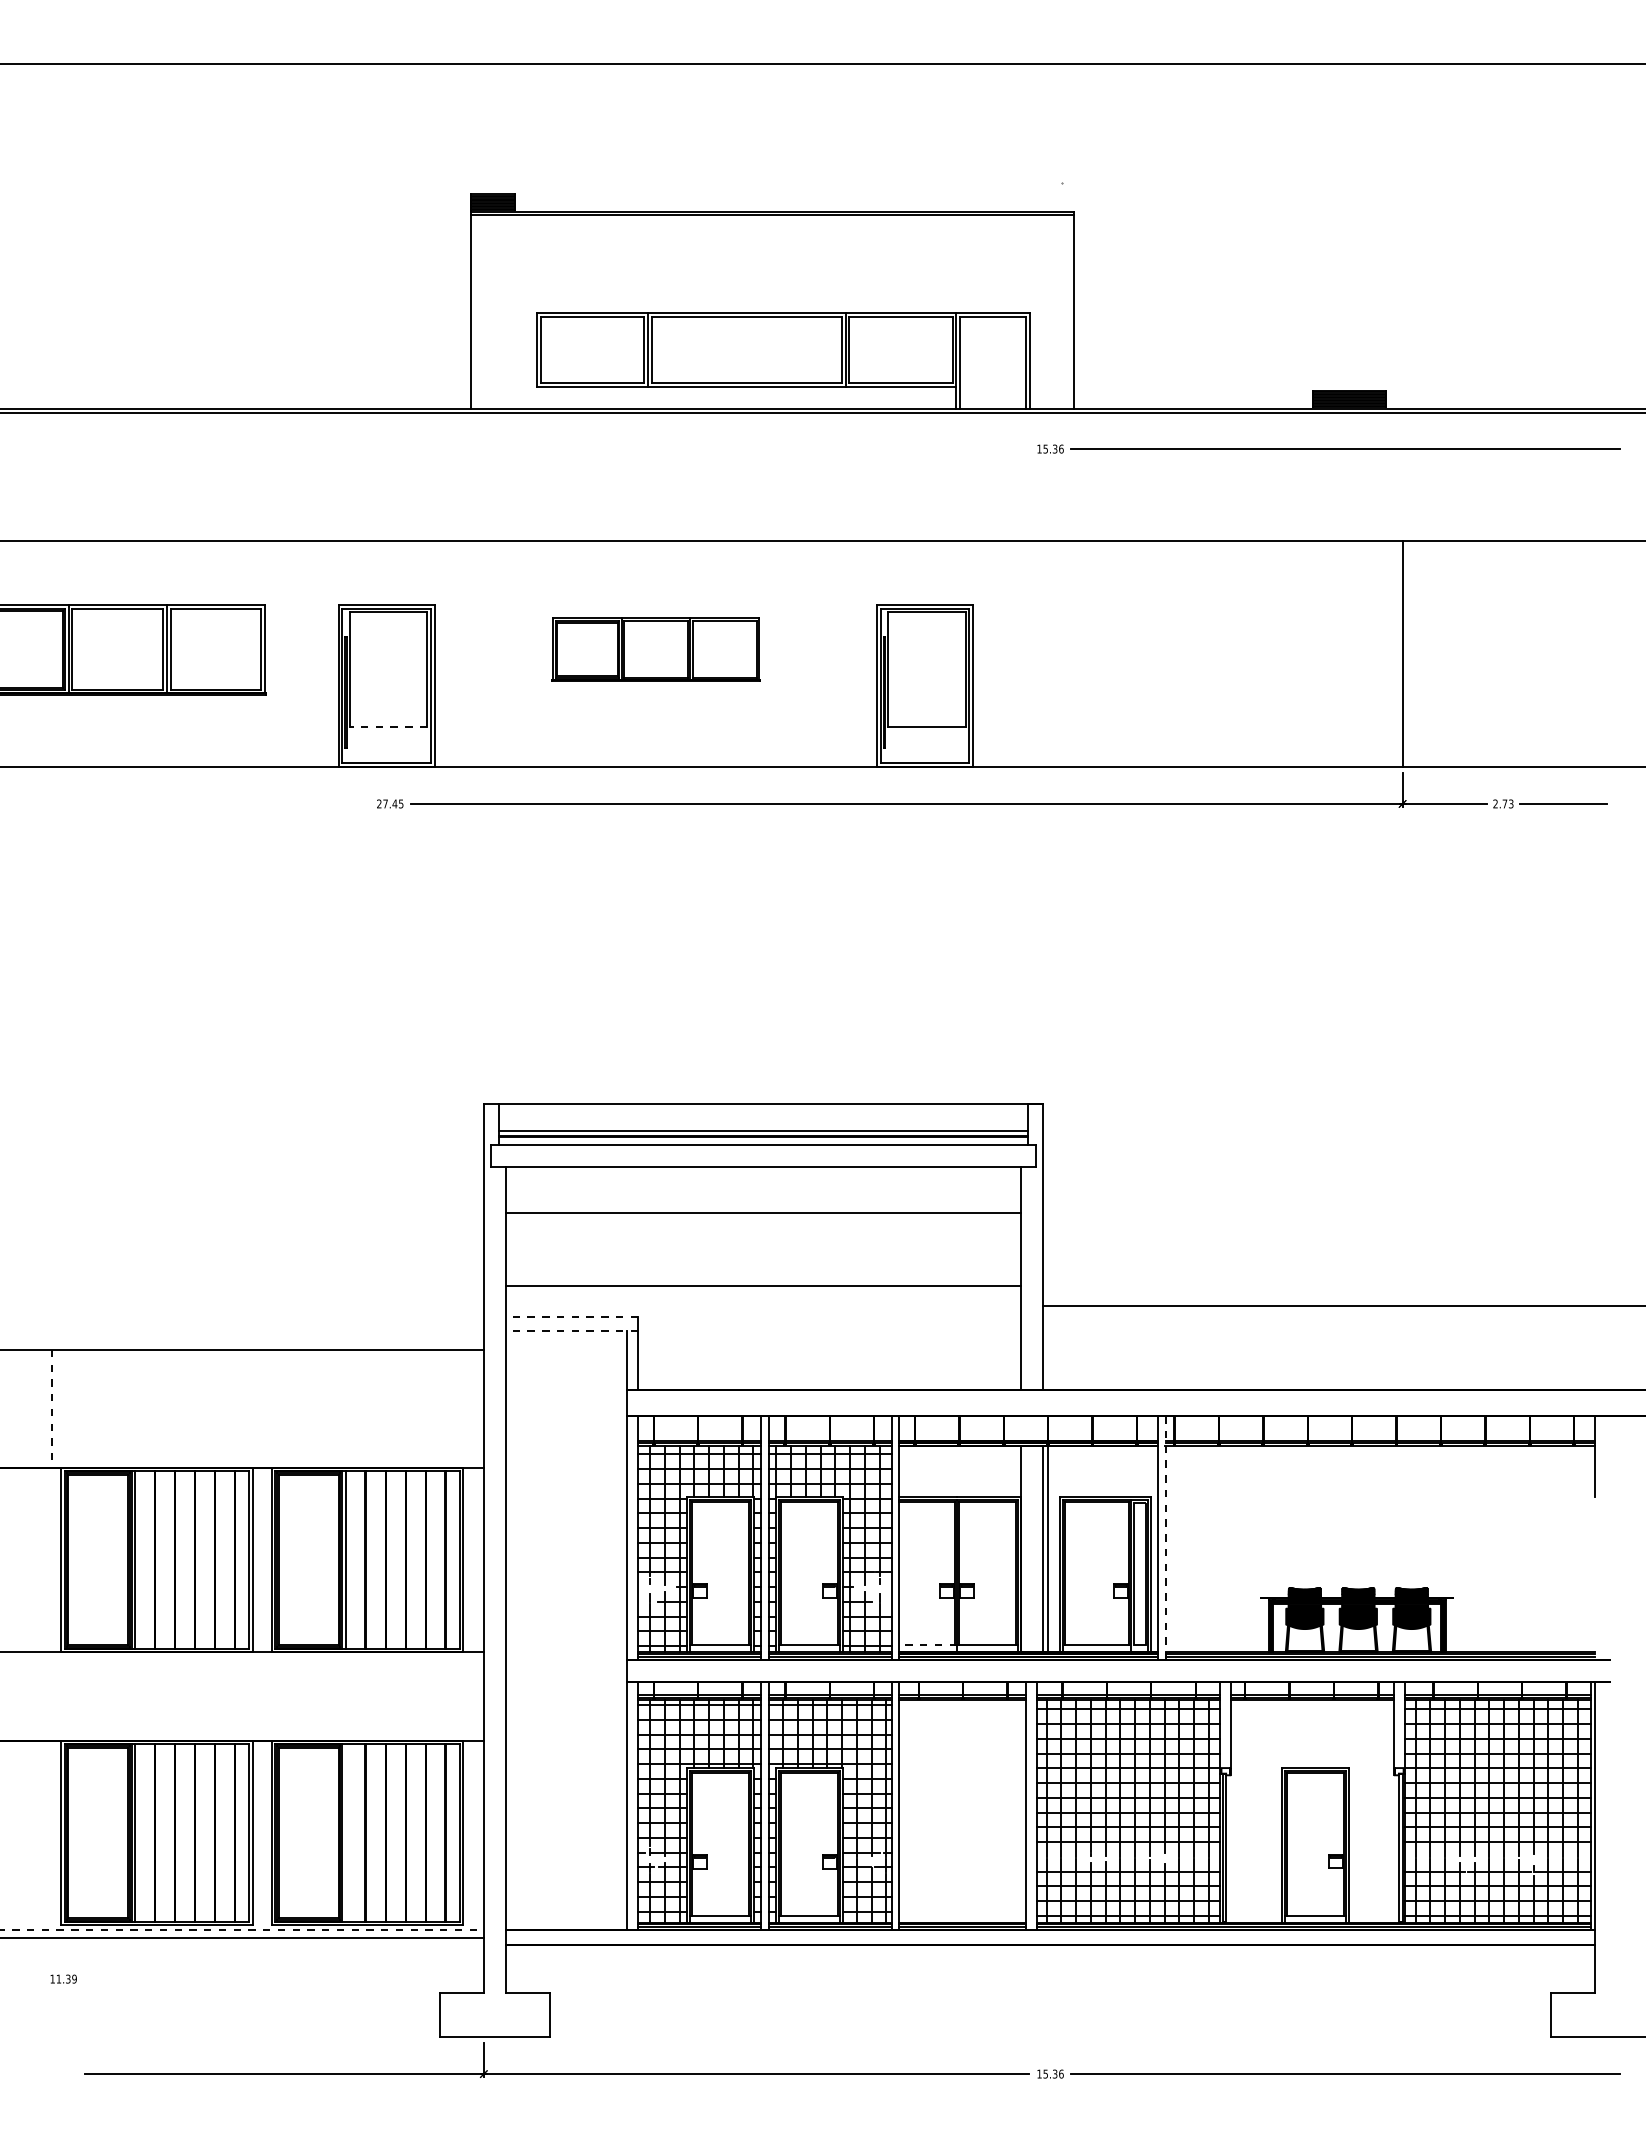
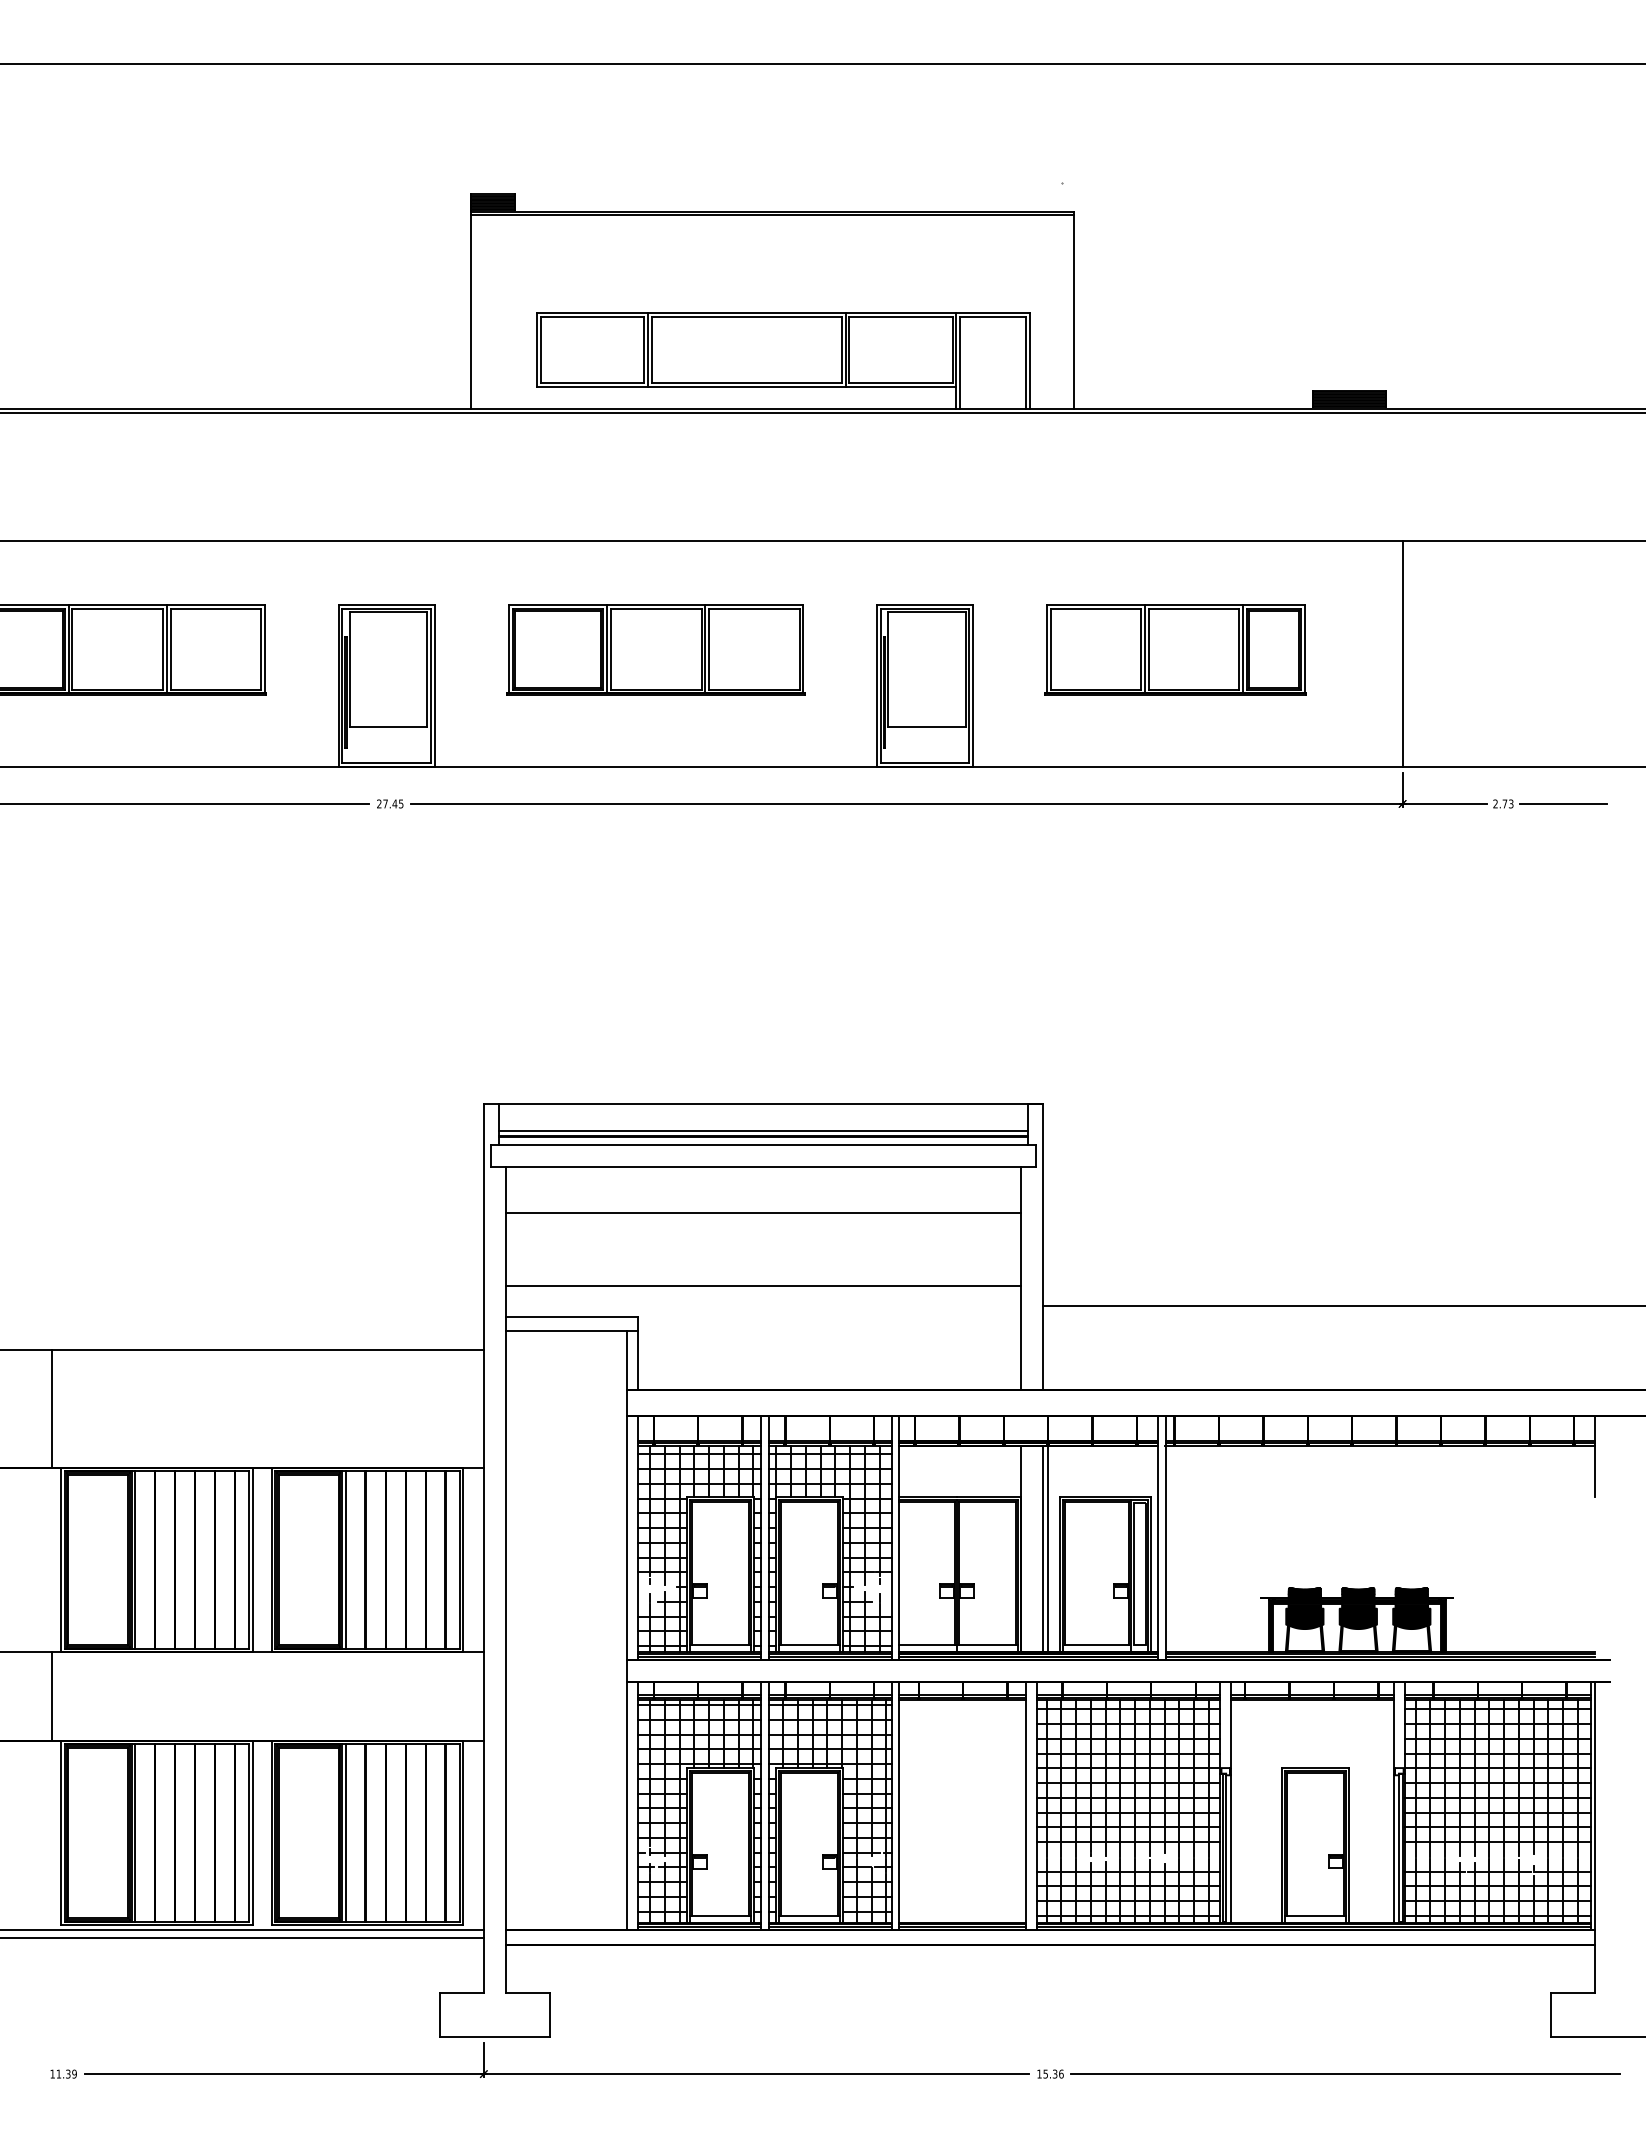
part at (1328, 448): present -> none
part at (655, 649) size: 210x65 px -> 300x92 px
part at (1175, 649): none -> present
line at (388, 727): dashed -> solid
line at (185, 803): none -> present
line at (571, 1316): dashed -> solid
line at (571, 1331): dashed -> solid
line at (51, 1409): dashed -> solid
line at (1165, 1537): dashed -> solid
line at (928, 1644): dashed -> solid
line at (51, 1696): none -> present
line at (345, 1832): none -> present
line at (1231, 1848): none -> present
line at (1393, 1848): none -> present
line at (242, 1930): dashed -> solid
text at (63, 1978) position: (63, 1978) -> (63, 2073)
